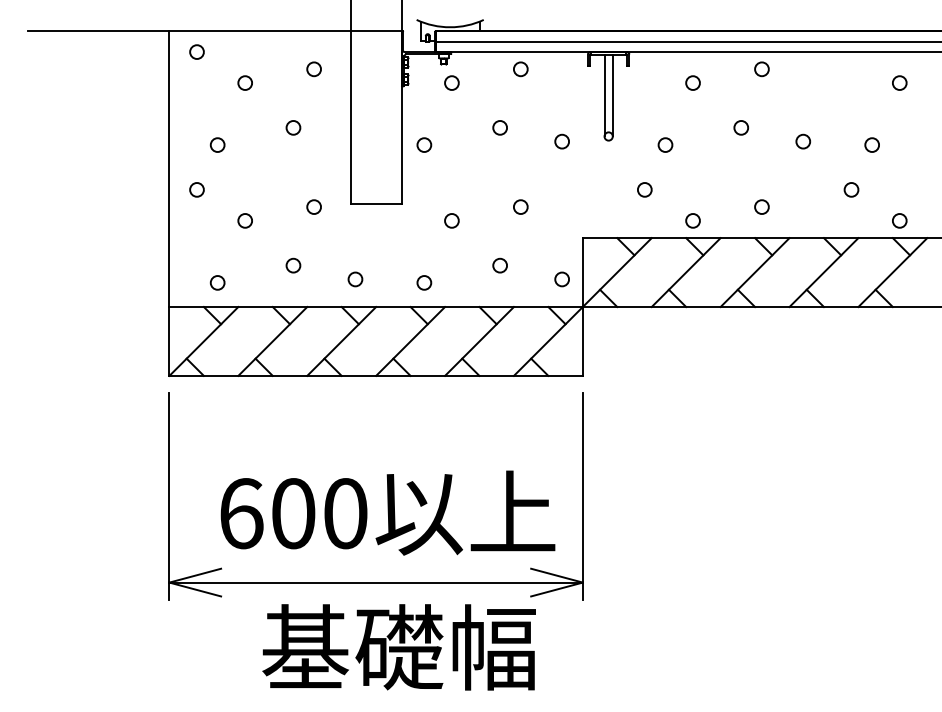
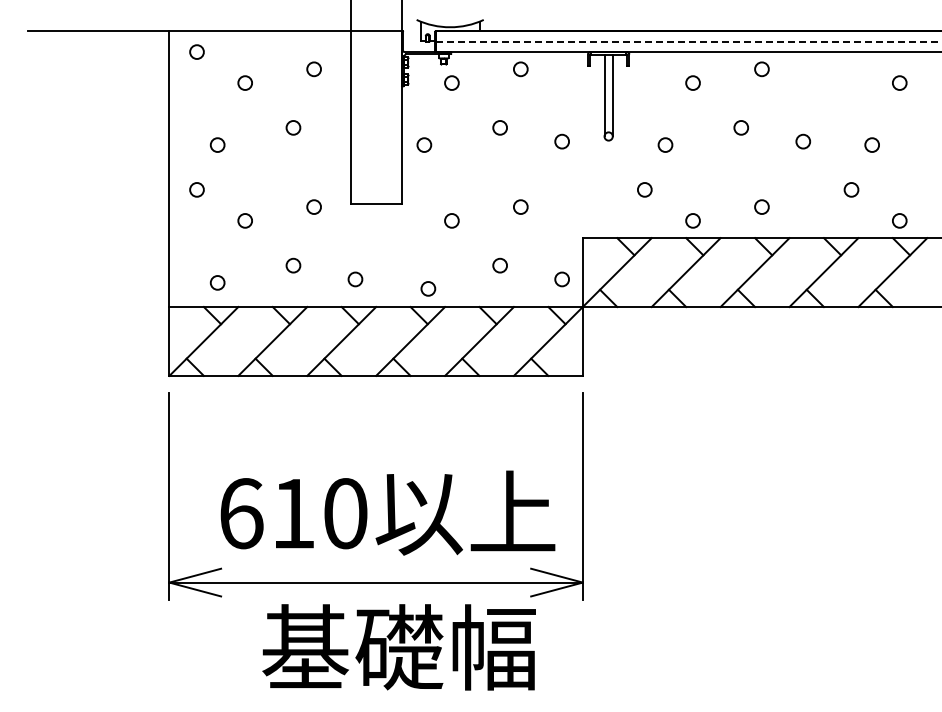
line at (689, 41): solid -> dashed
circle at (424, 282) position: (424, 282) -> (428, 288)
text at (293, 513): 600 -> 610
